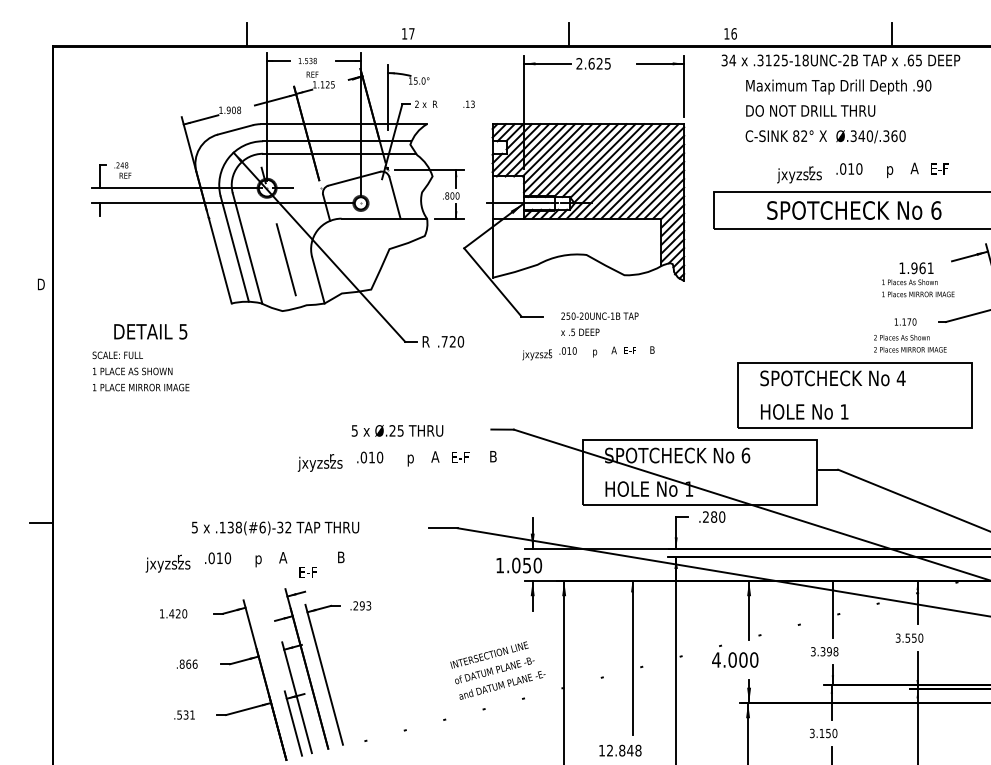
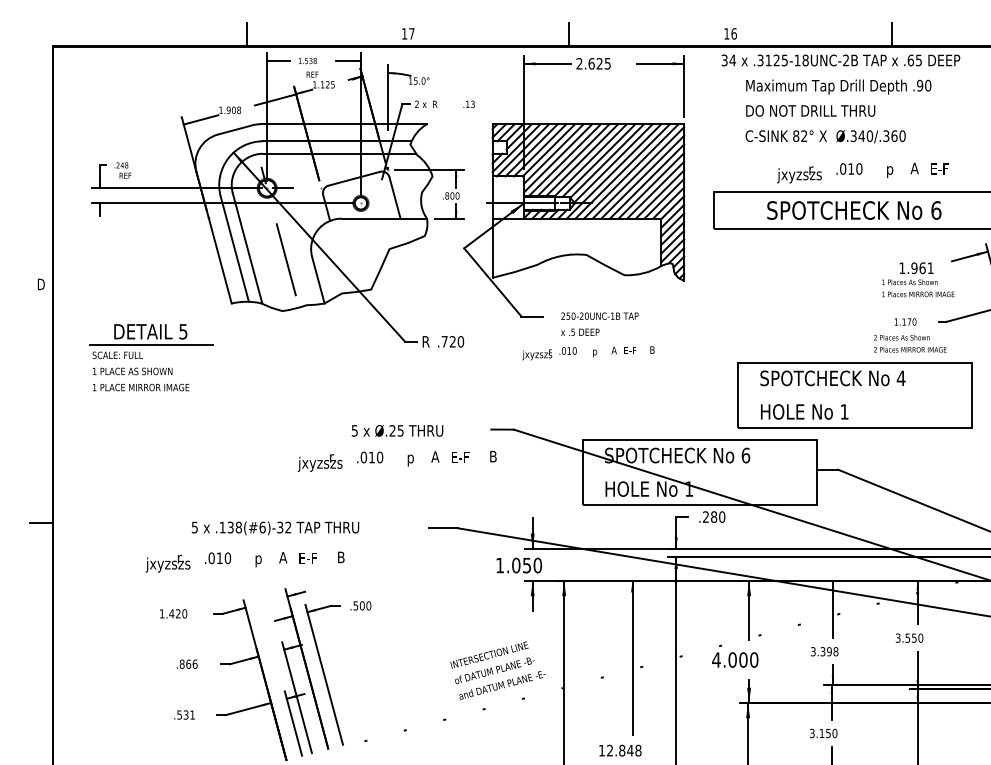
line at (151, 345): none -> present
text at (307, 572) position: (307, 572) -> (307, 558)
text at (362, 605): .293 -> .500
